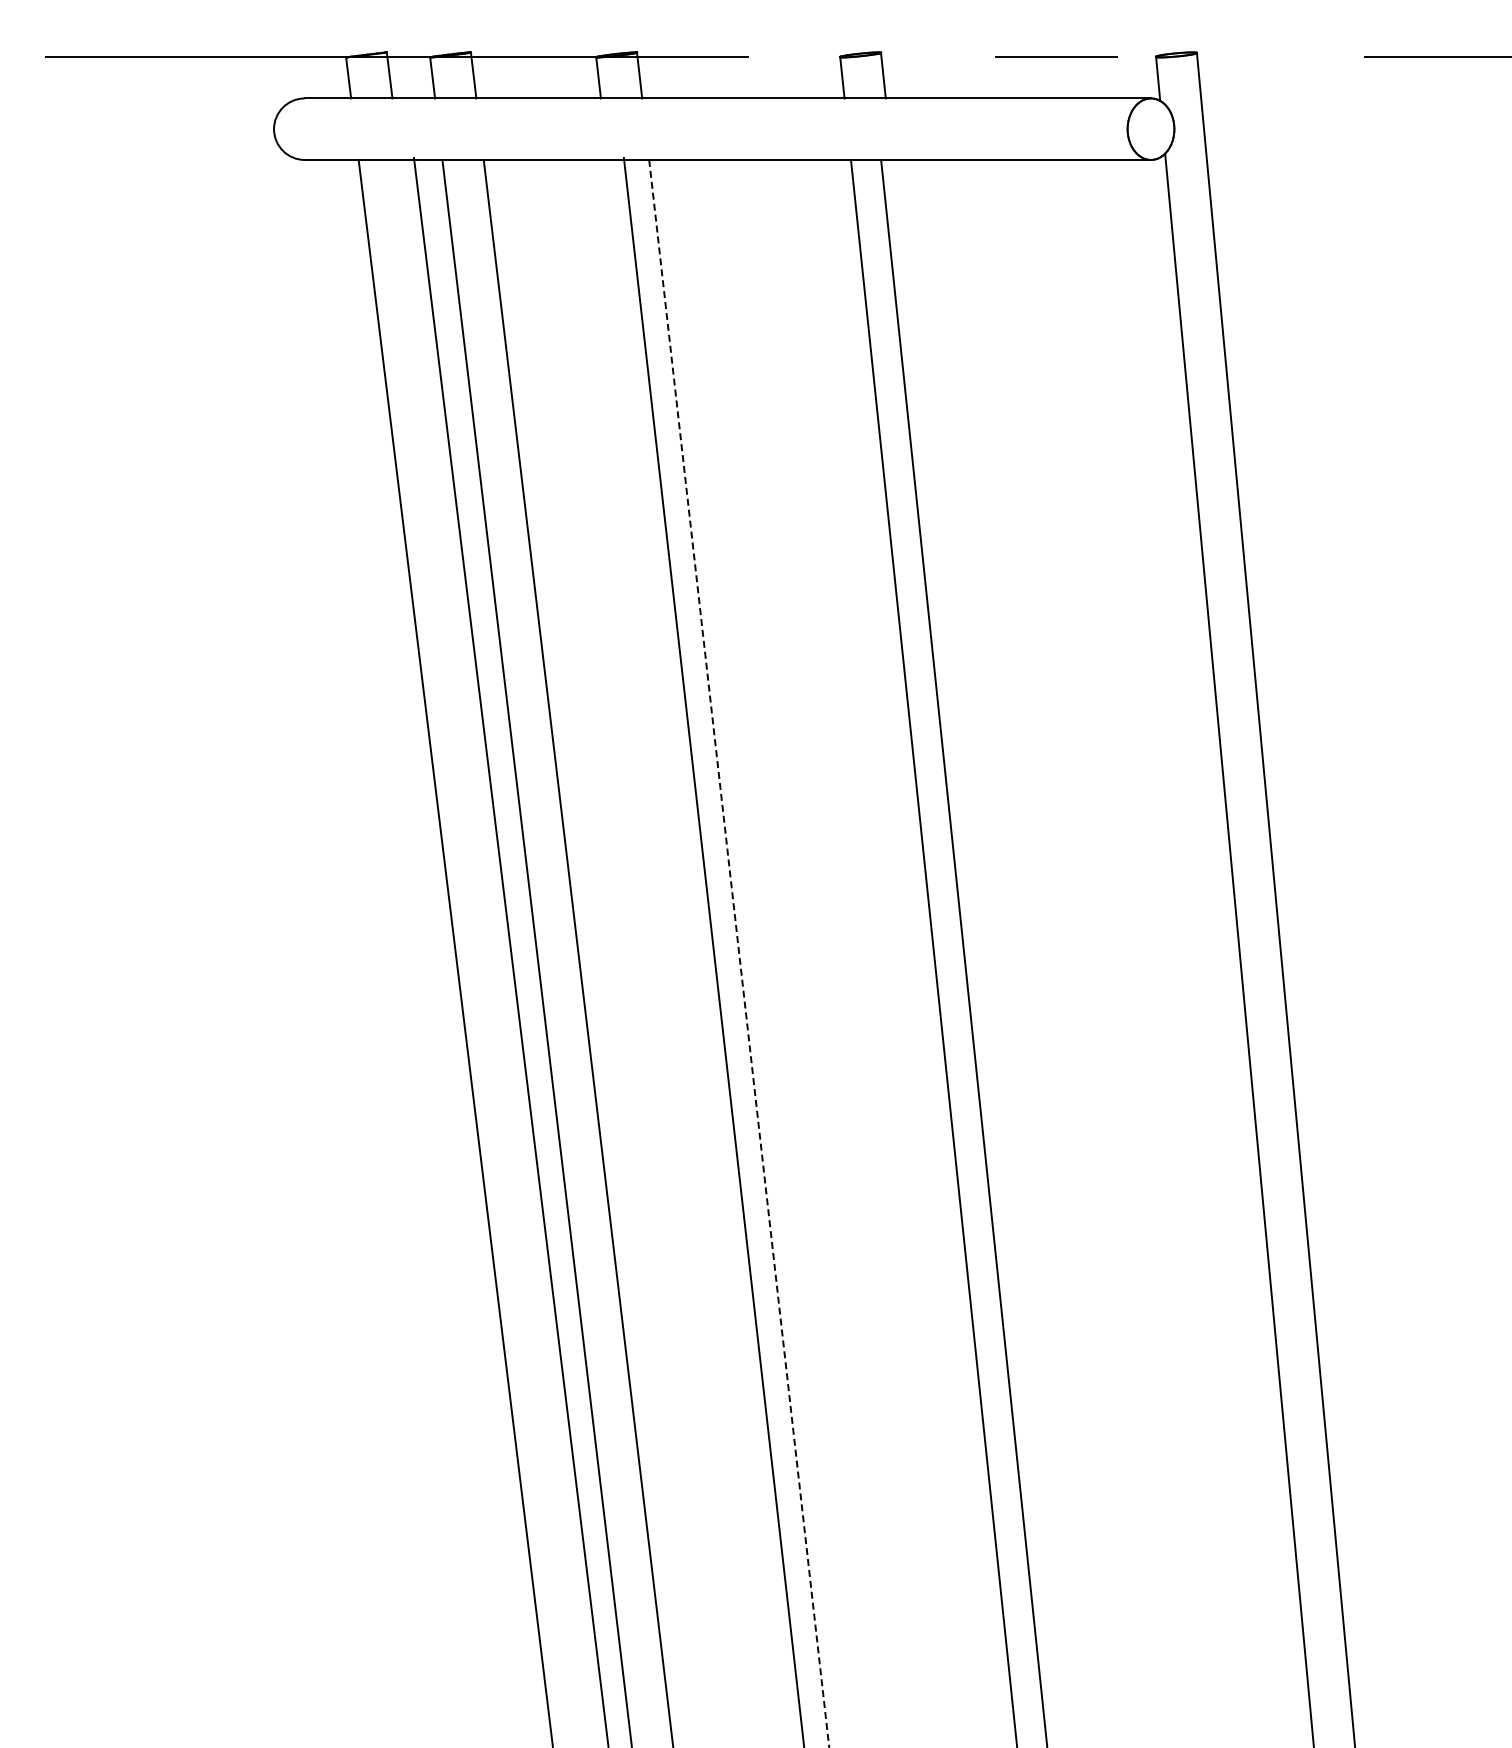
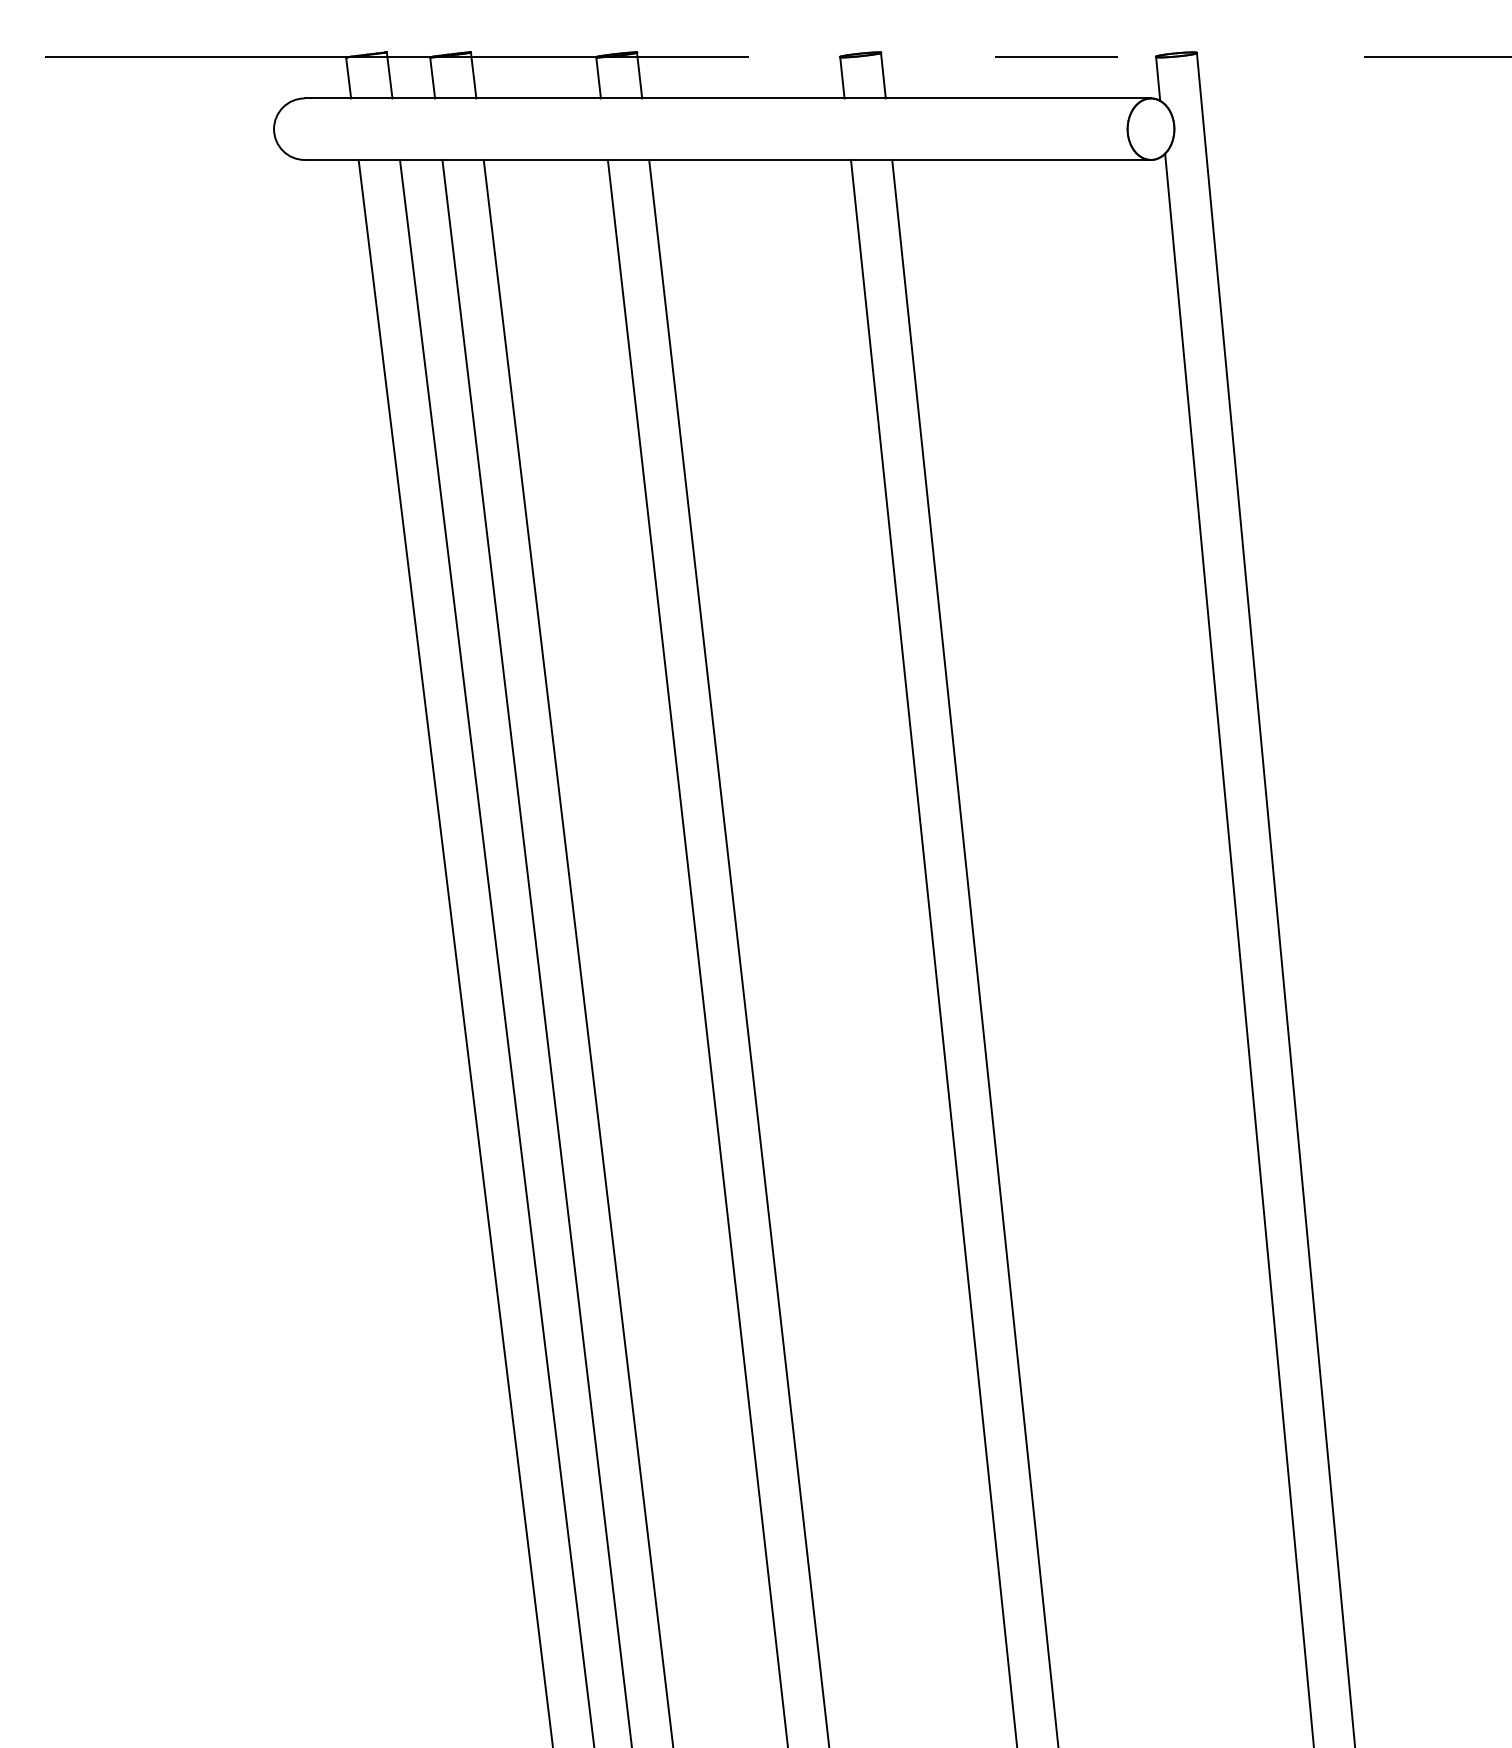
line at (511, 950) position: (511, 950) -> (496, 951)
line at (713, 950) position: (713, 950) -> (697, 951)
line at (964, 952) position: (964, 952) -> (975, 951)
line at (739, 953): dashed -> solid
